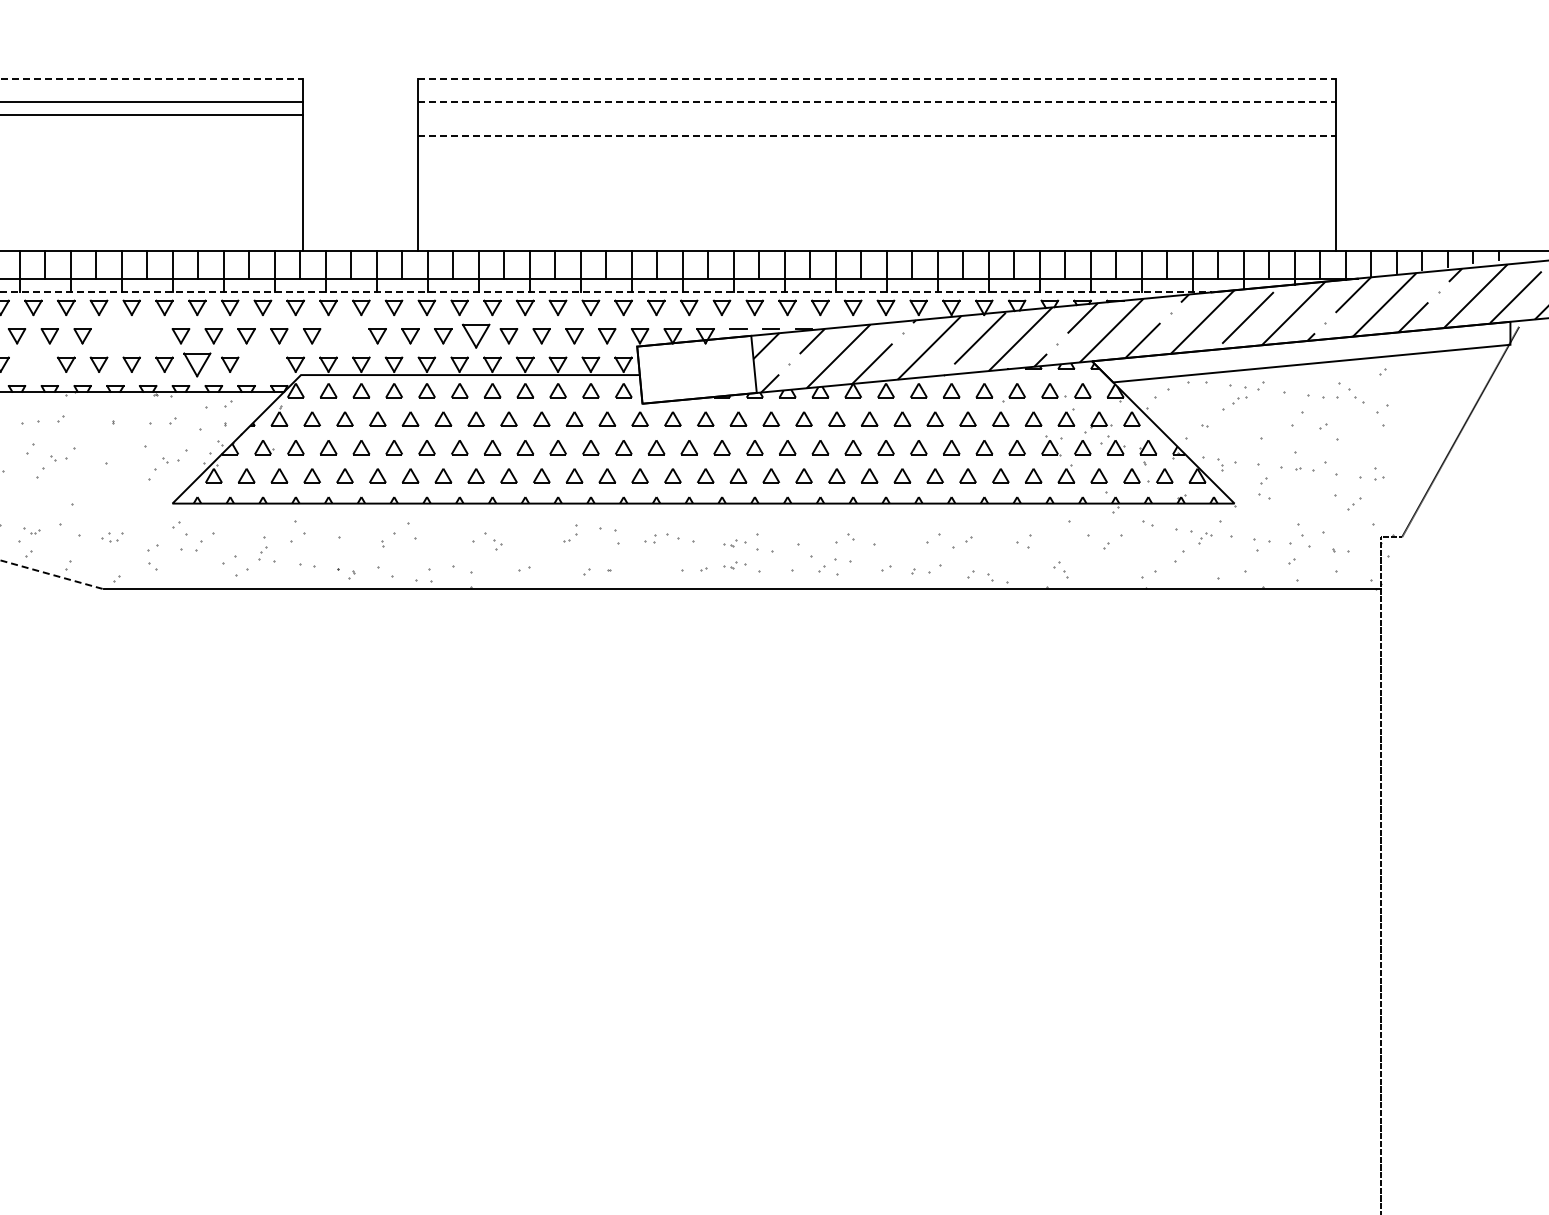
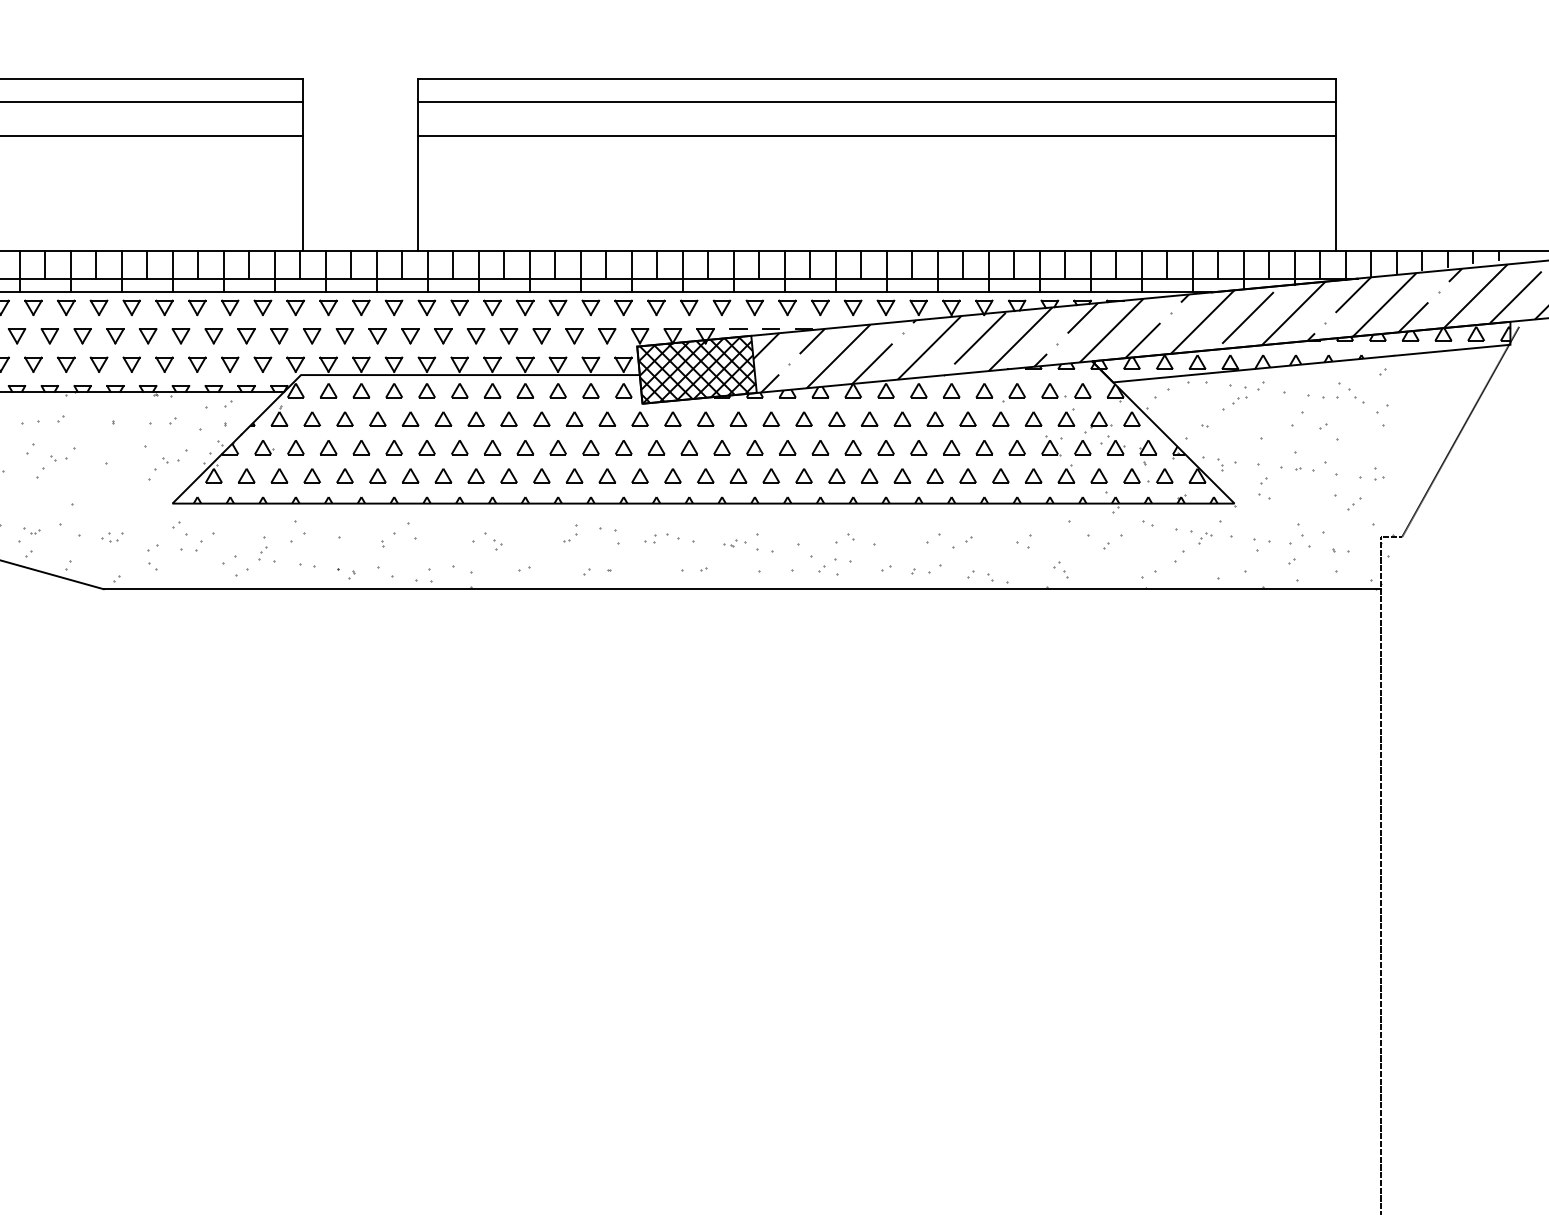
line at (151, 79): dashed -> solid
line at (876, 79): dashed -> solid
line at (876, 101): dashed -> solid
line at (152, 115) position: (152, 115) -> (152, 136)
line at (876, 136): dashed -> solid
line at (605, 292): dashed -> solid
part at (475, 335) size: 30x26 px -> 20x17 px
part at (115, 336): none -> present
part at (148, 336): none -> present
part at (344, 336): none -> present
hatch at (1302, 347): none -> present
part at (33, 364): none -> present
part at (197, 364) size: 29x26 px -> 19x17 px
part at (262, 364): none -> present
hatch at (696, 369): none -> present
part at (734, 565): present -> none
line at (52, 574): dashed -> solid
